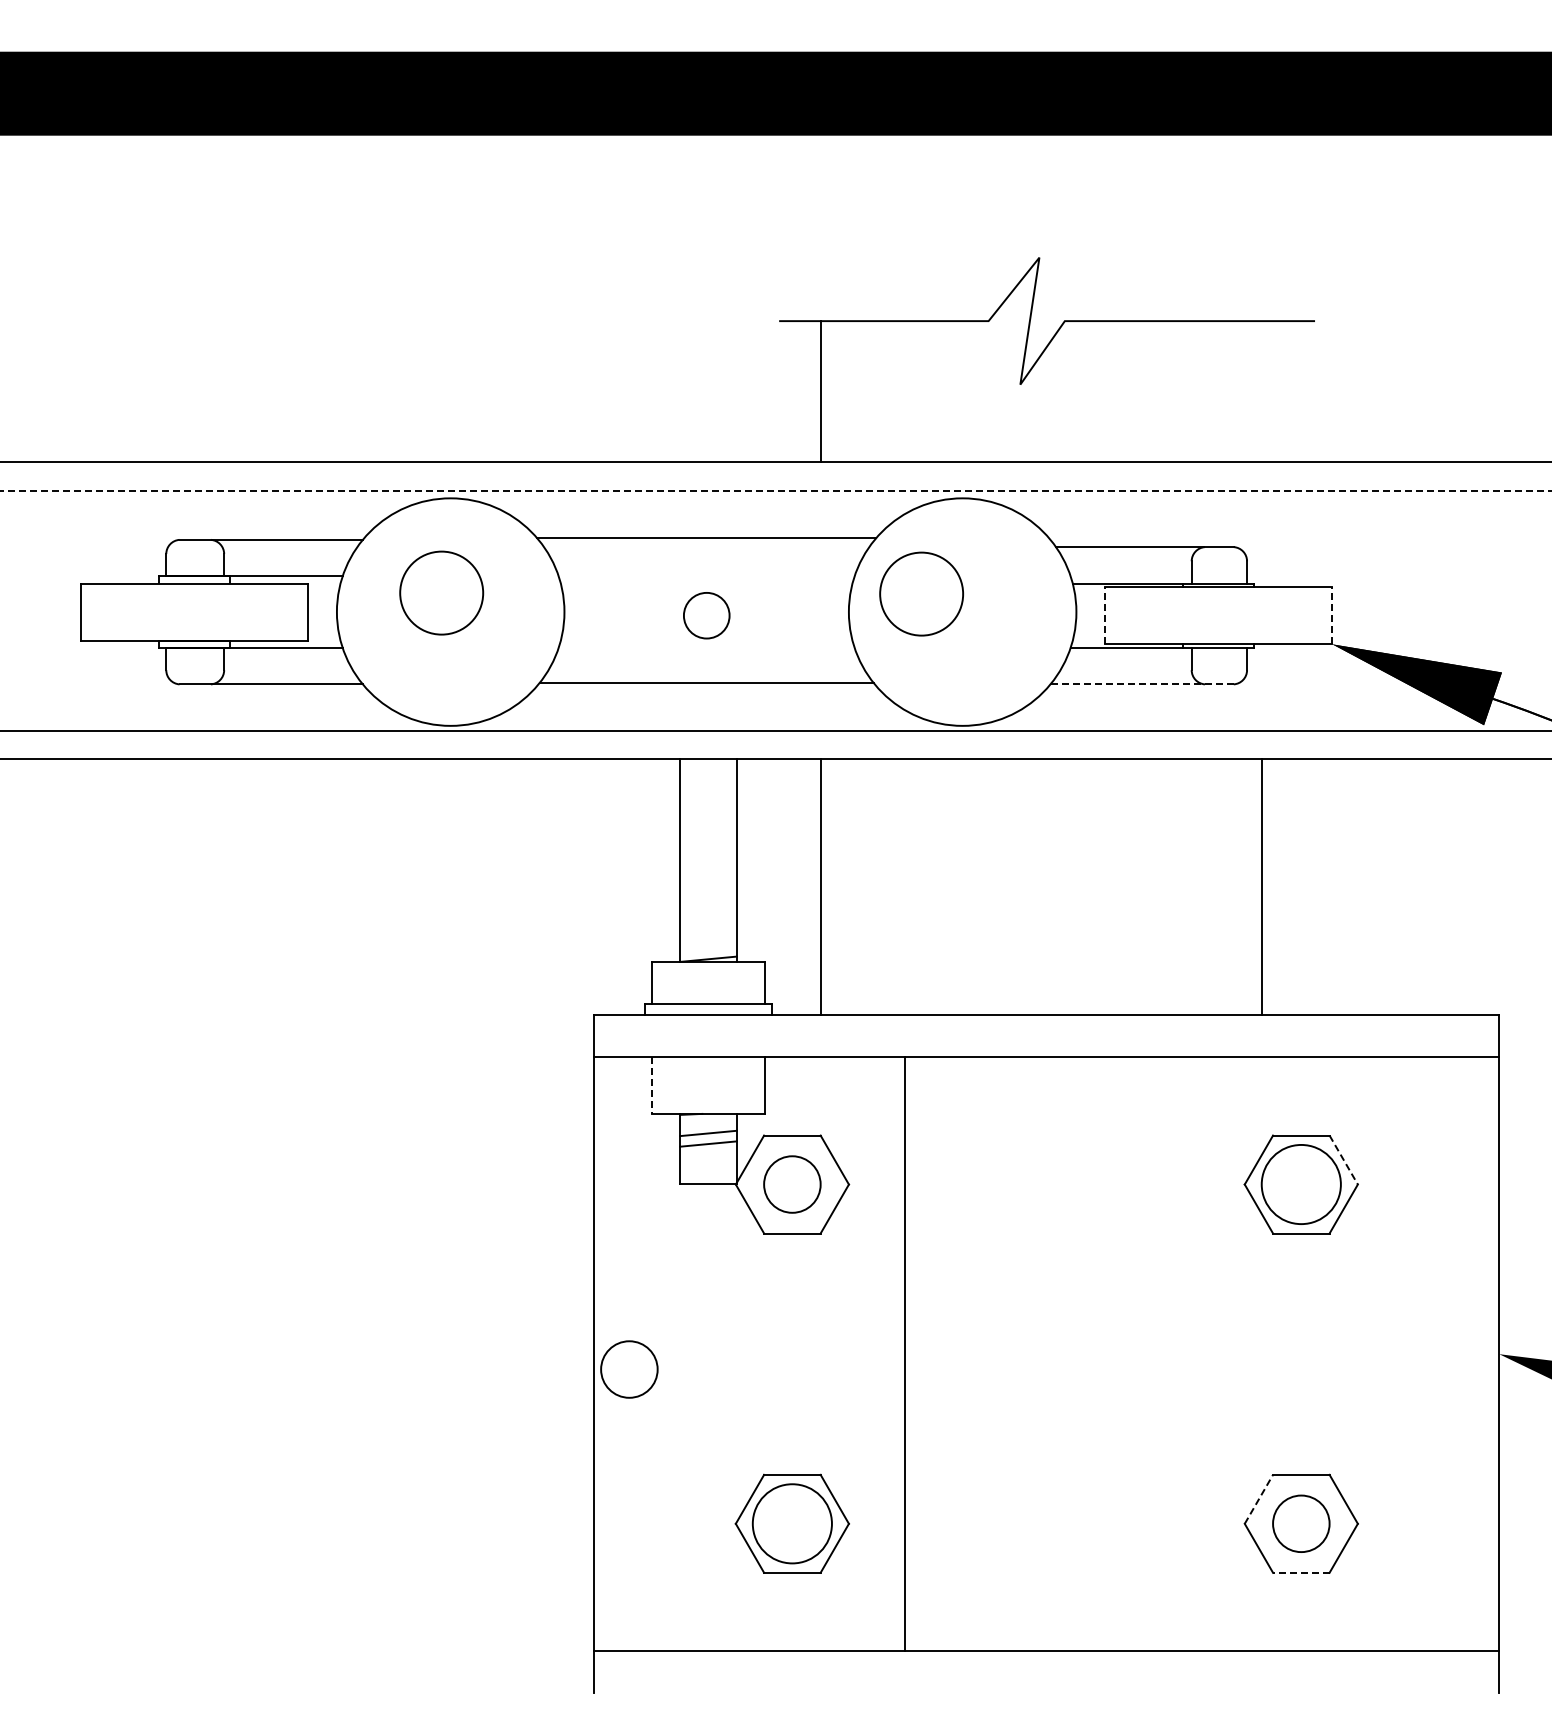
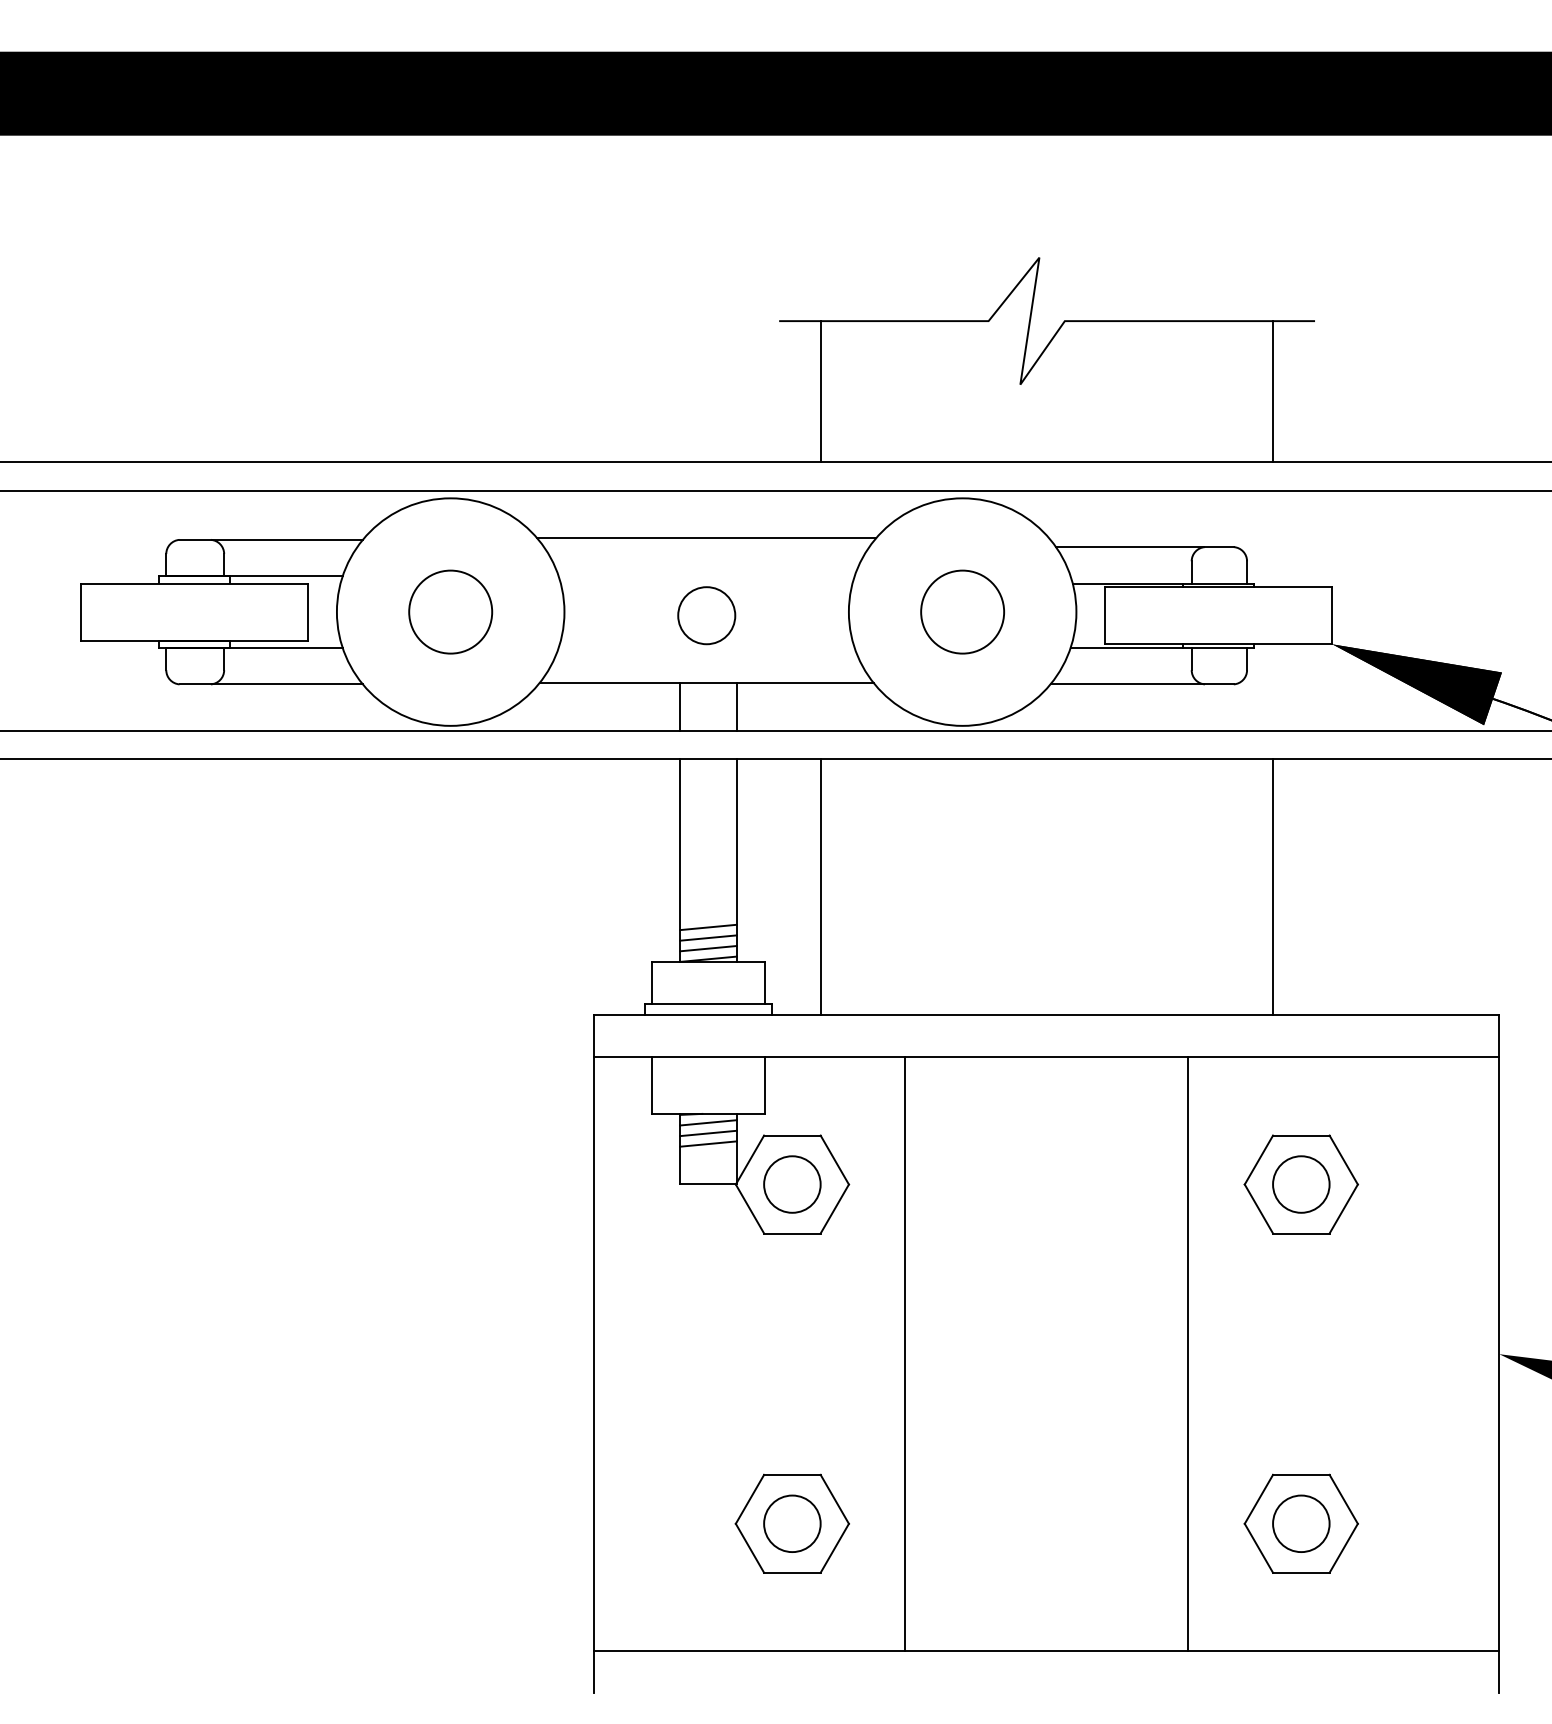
line at (1273, 391): none -> present
line at (776, 490): dashed -> solid
circle at (441, 592) position: (441, 592) -> (450, 611)
circle at (921, 593) position: (921, 593) -> (962, 611)
circle at (706, 615) diameter: 46 px -> 57 px
line at (1104, 615): dashed -> solid
line at (1332, 615): dashed -> solid
line at (1142, 684): dashed -> solid
line at (680, 706): none -> present
line at (737, 706): none -> present
line at (1262, 886) position: (1262, 886) -> (1273, 886)
line at (708, 927): none -> present
line at (708, 937): none -> present
line at (708, 948): none -> present
line at (652, 1086): dashed -> solid
line at (708, 1122): none -> present
line at (1343, 1160): dashed -> solid
circle at (1300, 1184) diameter: 79 px -> 57 px
line at (1188, 1354): none -> present
circle at (629, 1369): present -> none
line at (1259, 1498): dashed -> solid
circle at (791, 1523) diameter: 79 px -> 57 px
line at (1300, 1572): dashed -> solid
